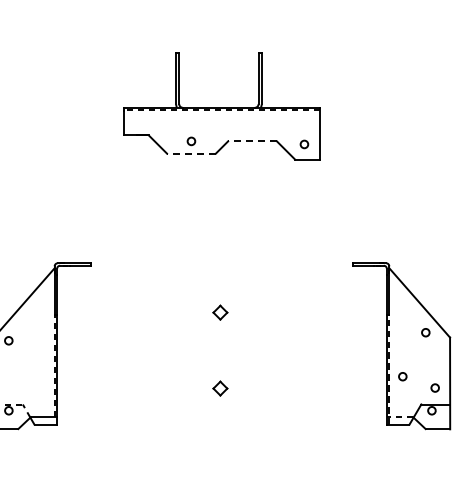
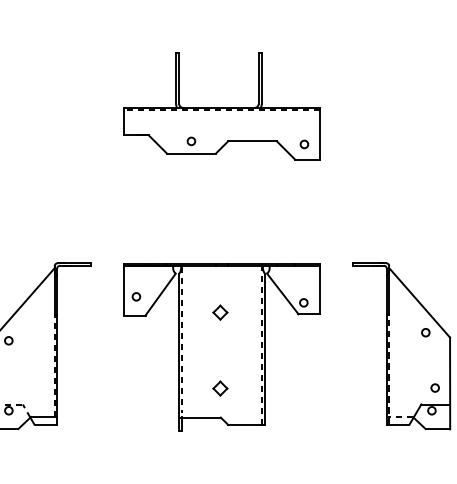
line at (252, 141): dashed -> solid
line at (190, 153): dashed -> solid
part at (221, 347): none -> present
circle at (402, 376): present -> none
